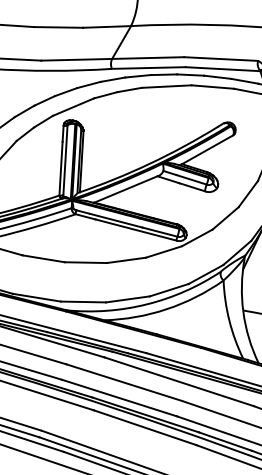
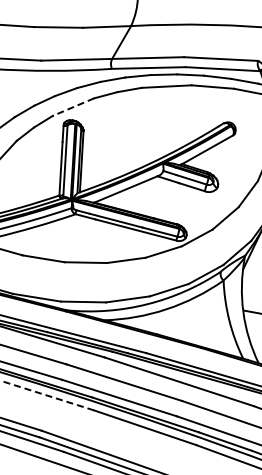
line at (73, 107): solid -> dashed
line at (47, 395): solid -> dashed
